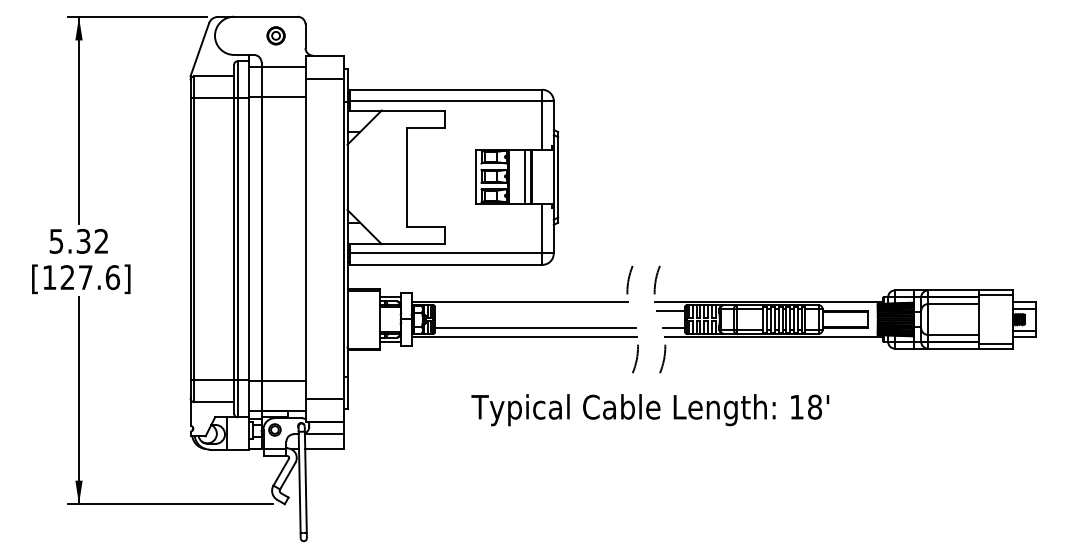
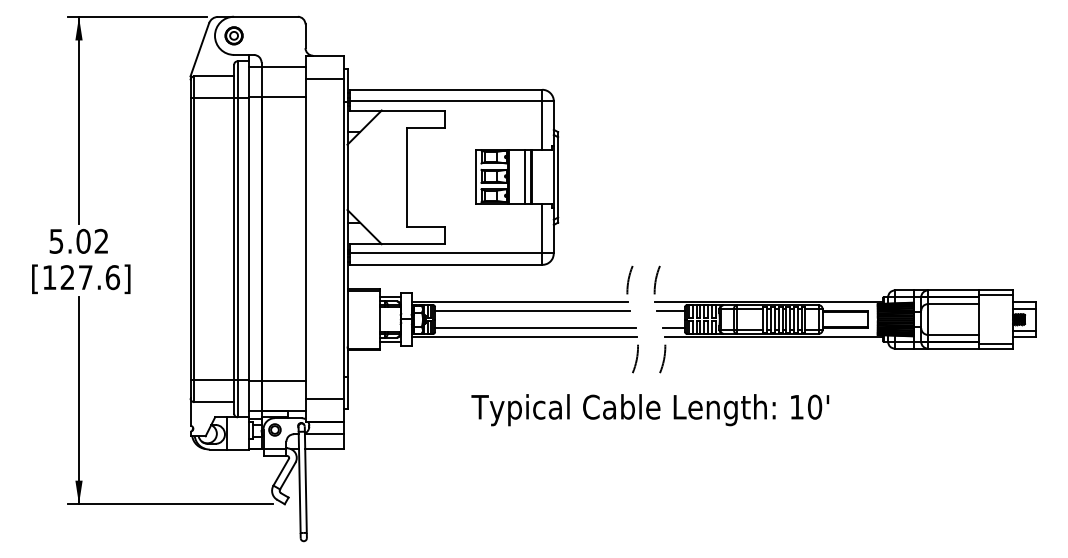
part at (275, 35) position: (275, 35) -> (233, 35)
text at (83, 240): 5.32 -> 5.02
line at (532, 310): none -> present
text at (815, 407): 18' -> 10'
